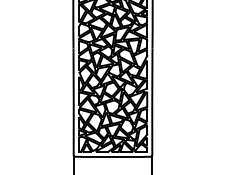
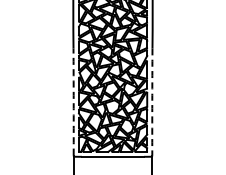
arc at (73, 101): solid -> dashed
arc at (152, 101): solid -> dashed
